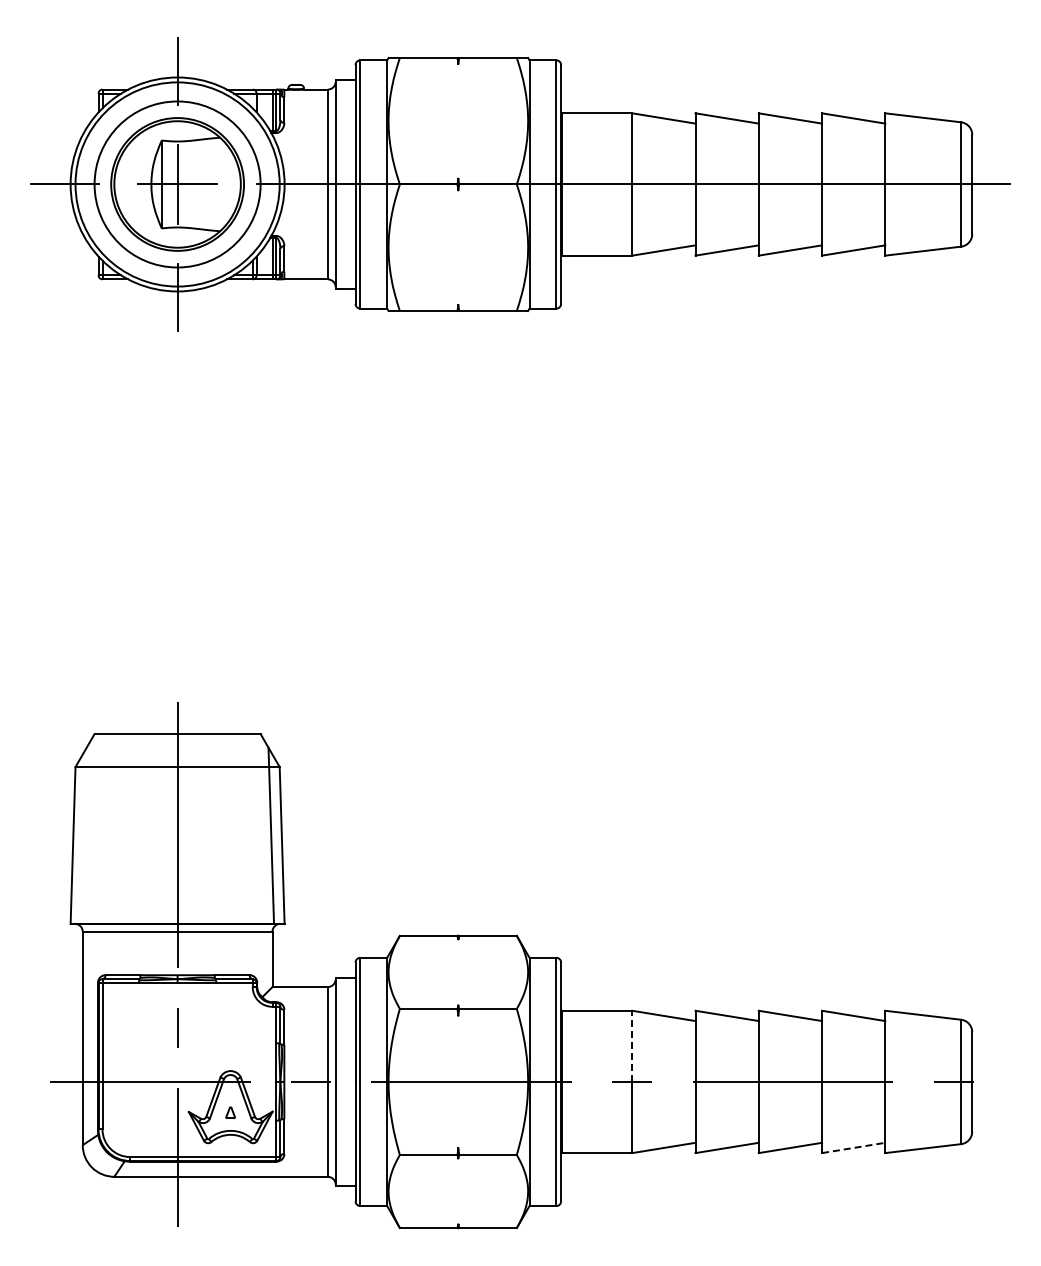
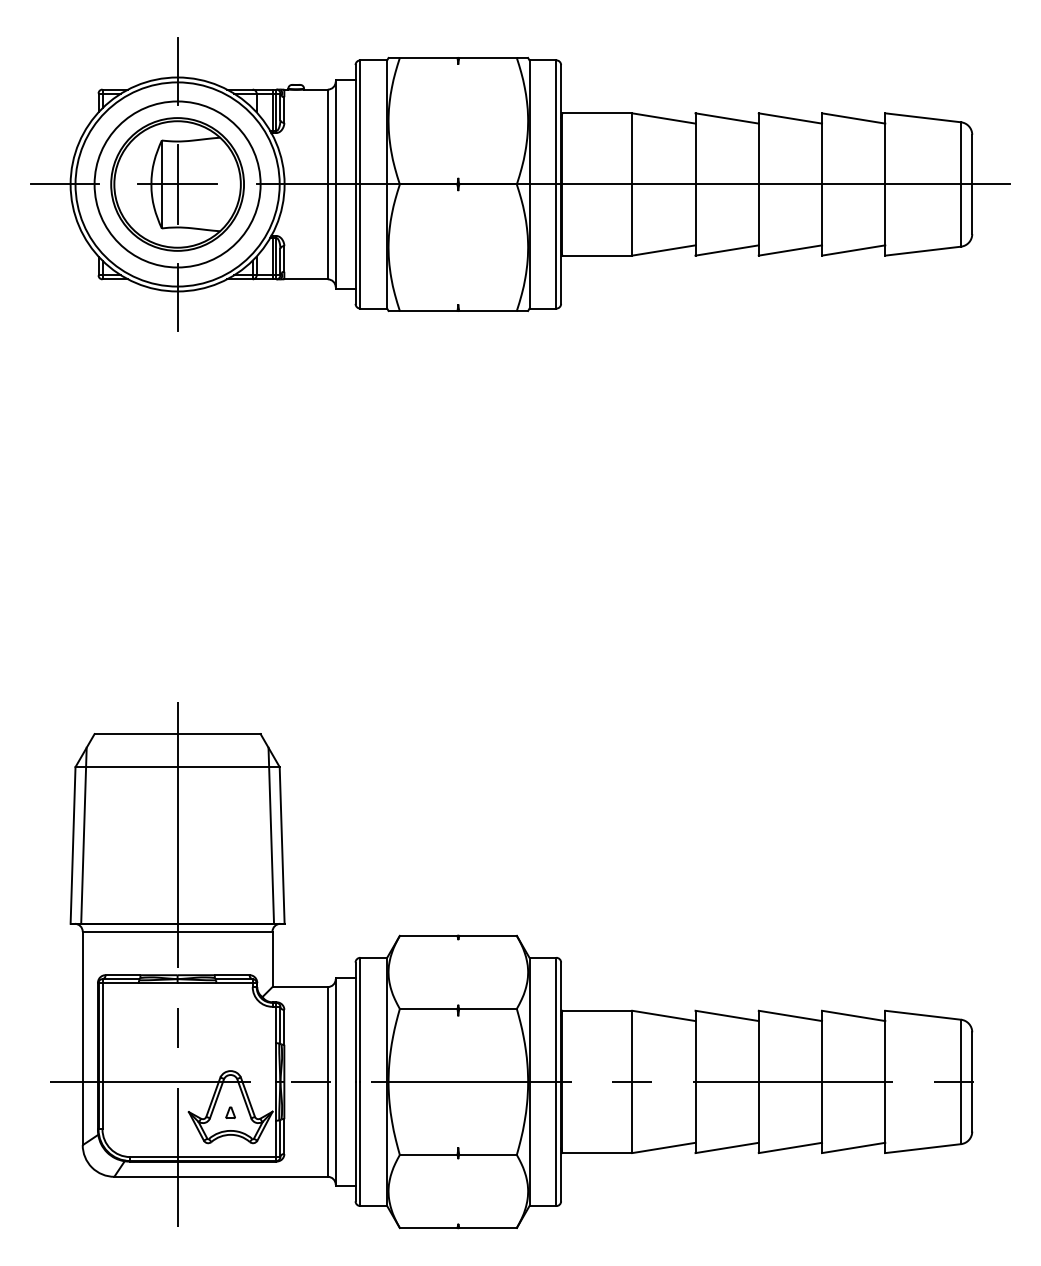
line at (83, 835): none -> present
line at (632, 1046): dashed -> solid
line at (854, 1147): dashed -> solid
